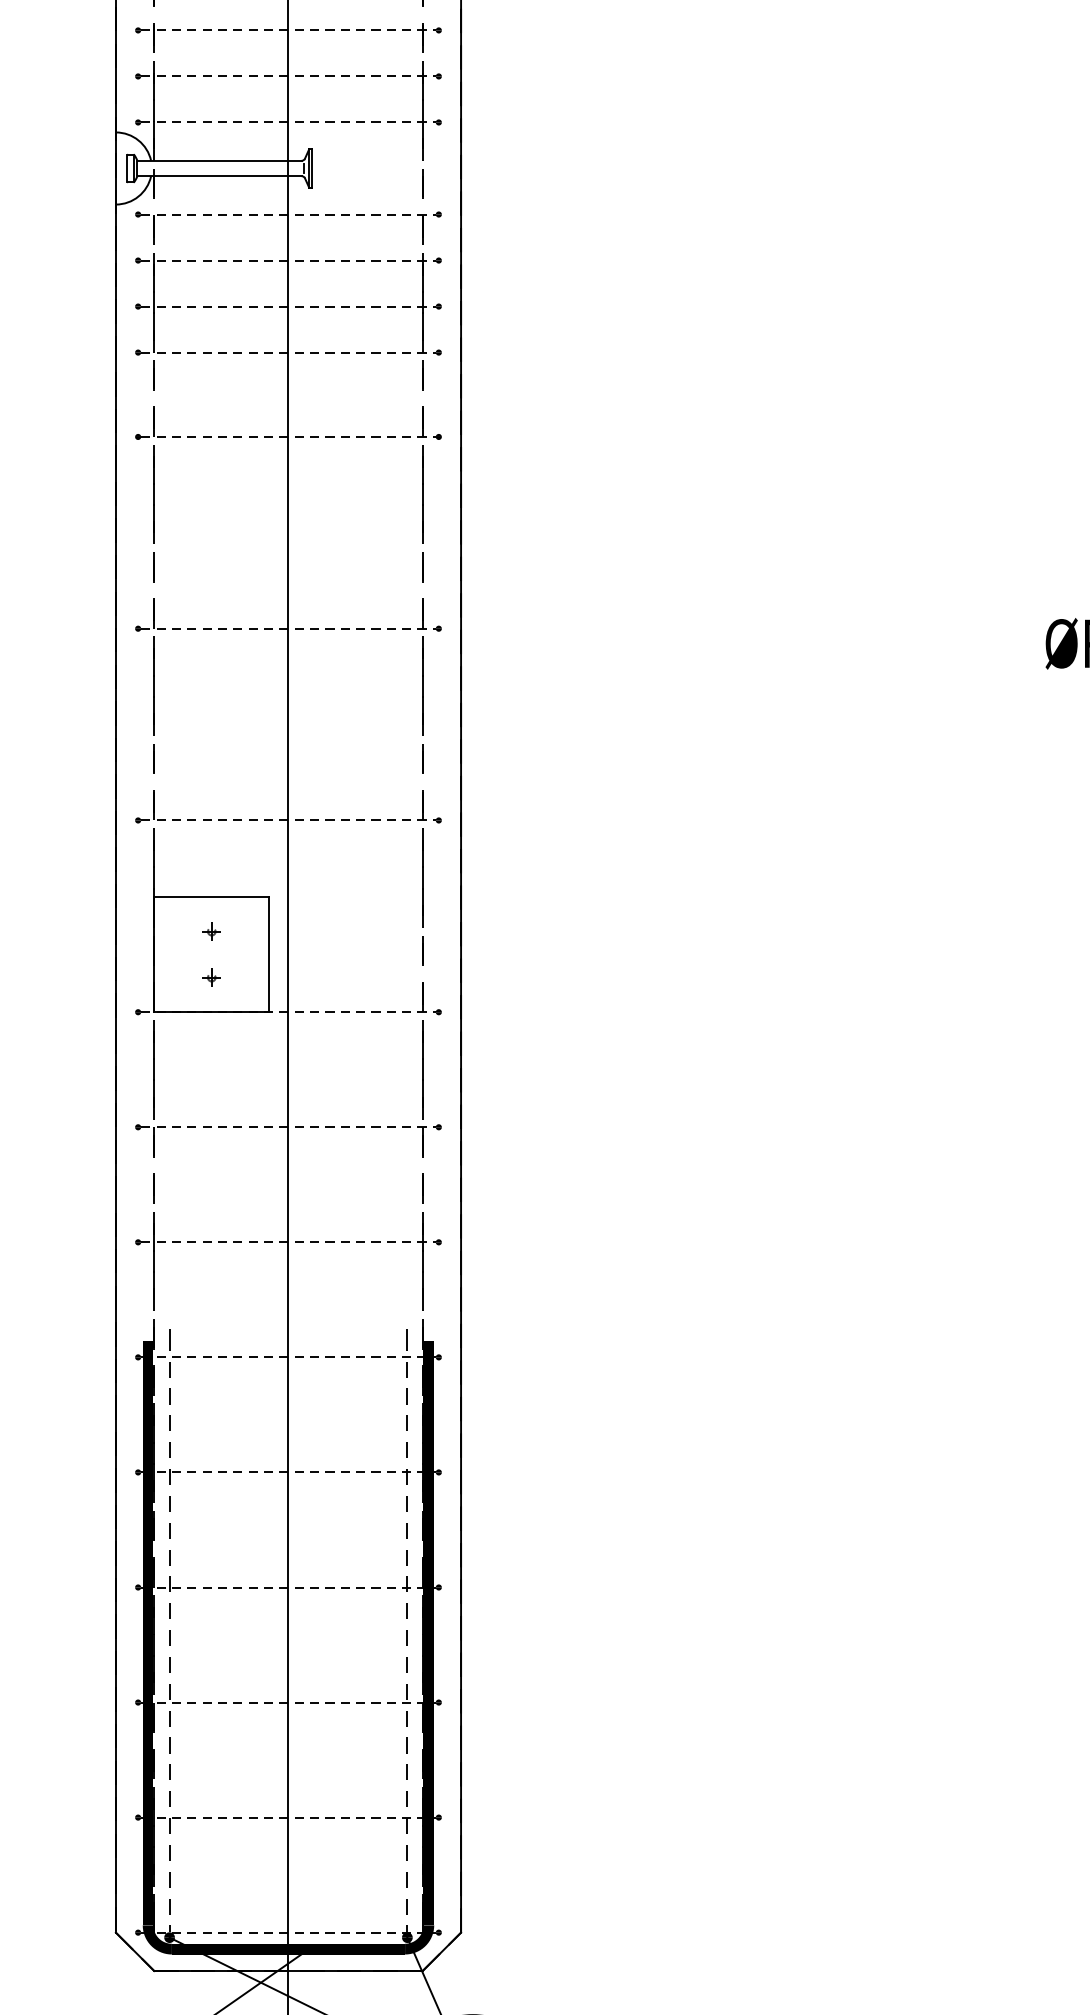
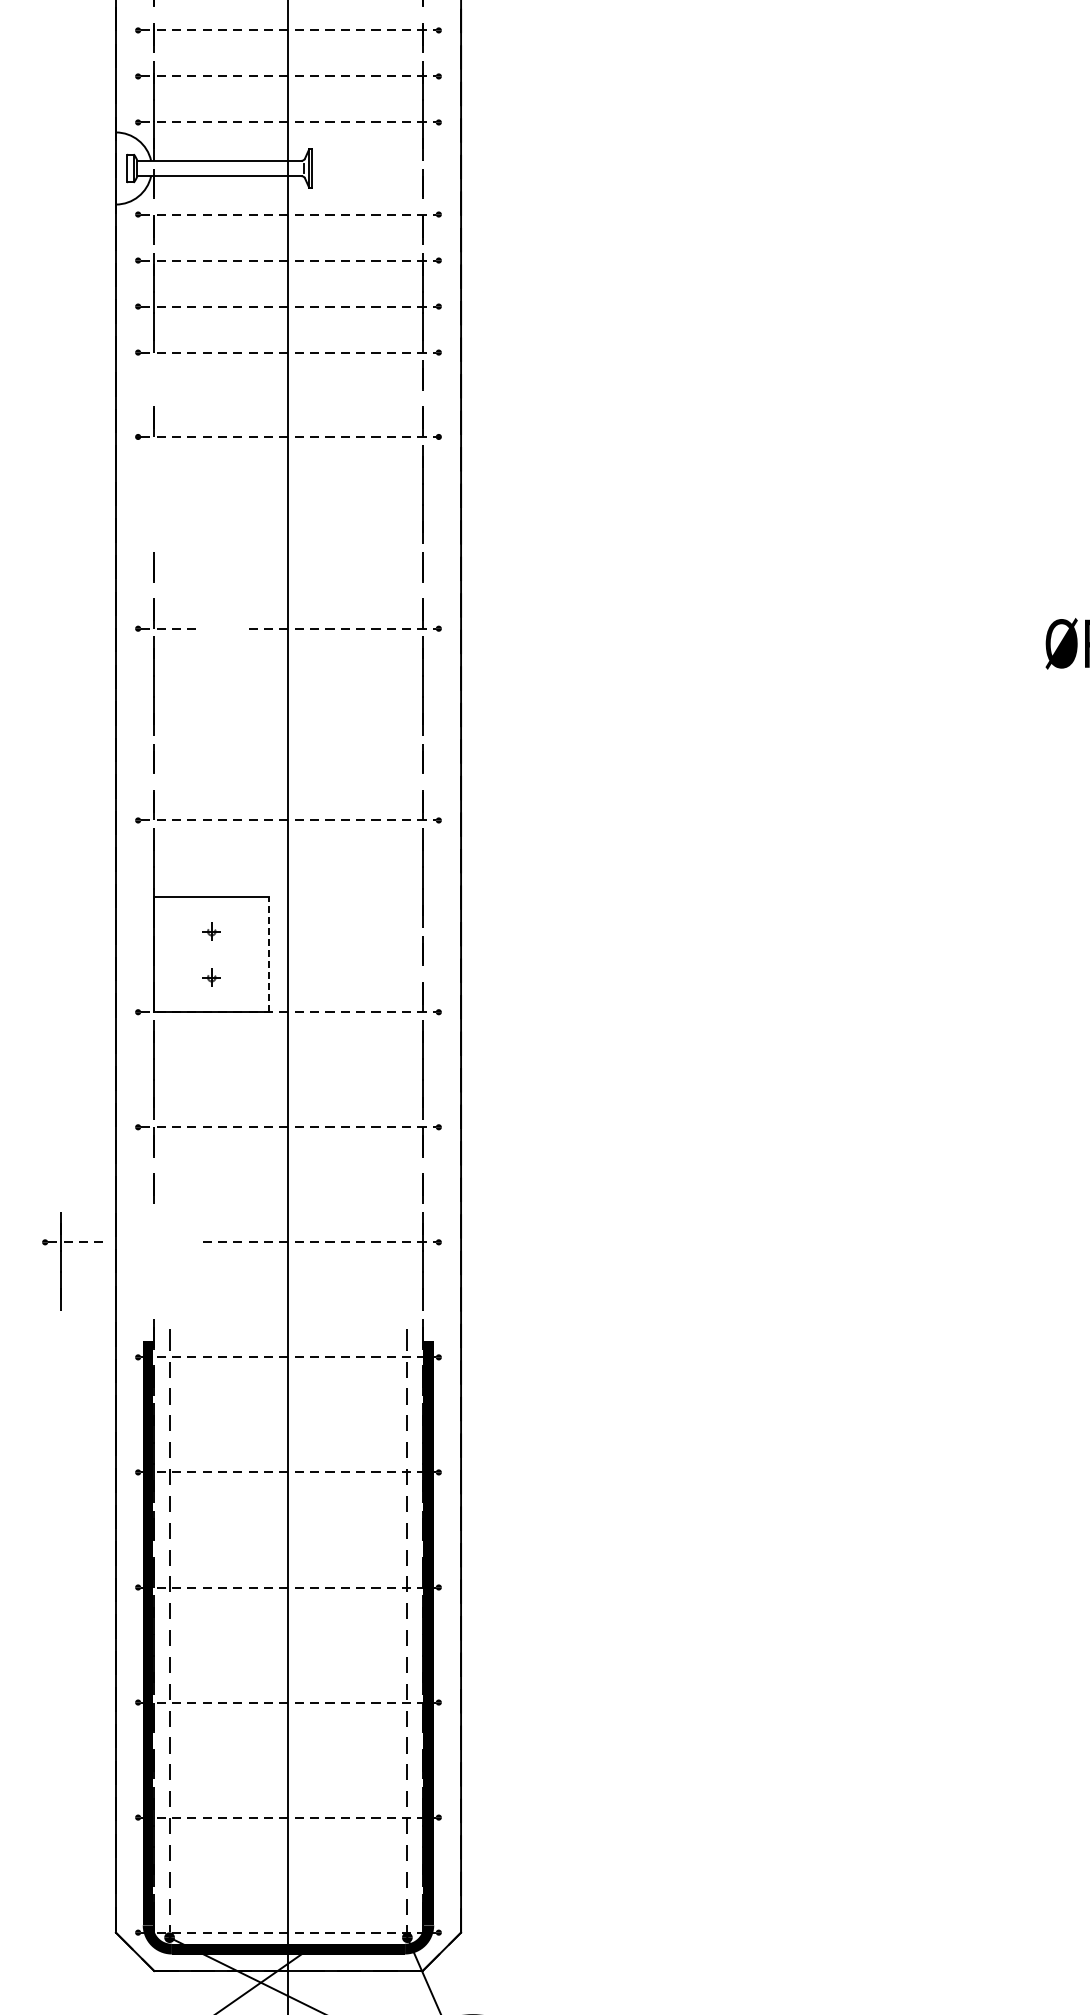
line at (153, 375): present -> none
line at (153, 494): present -> none
line at (222, 628): present -> none
line at (269, 954): solid -> dashed
part at (154, 1261) position: (154, 1261) -> (61, 1261)
